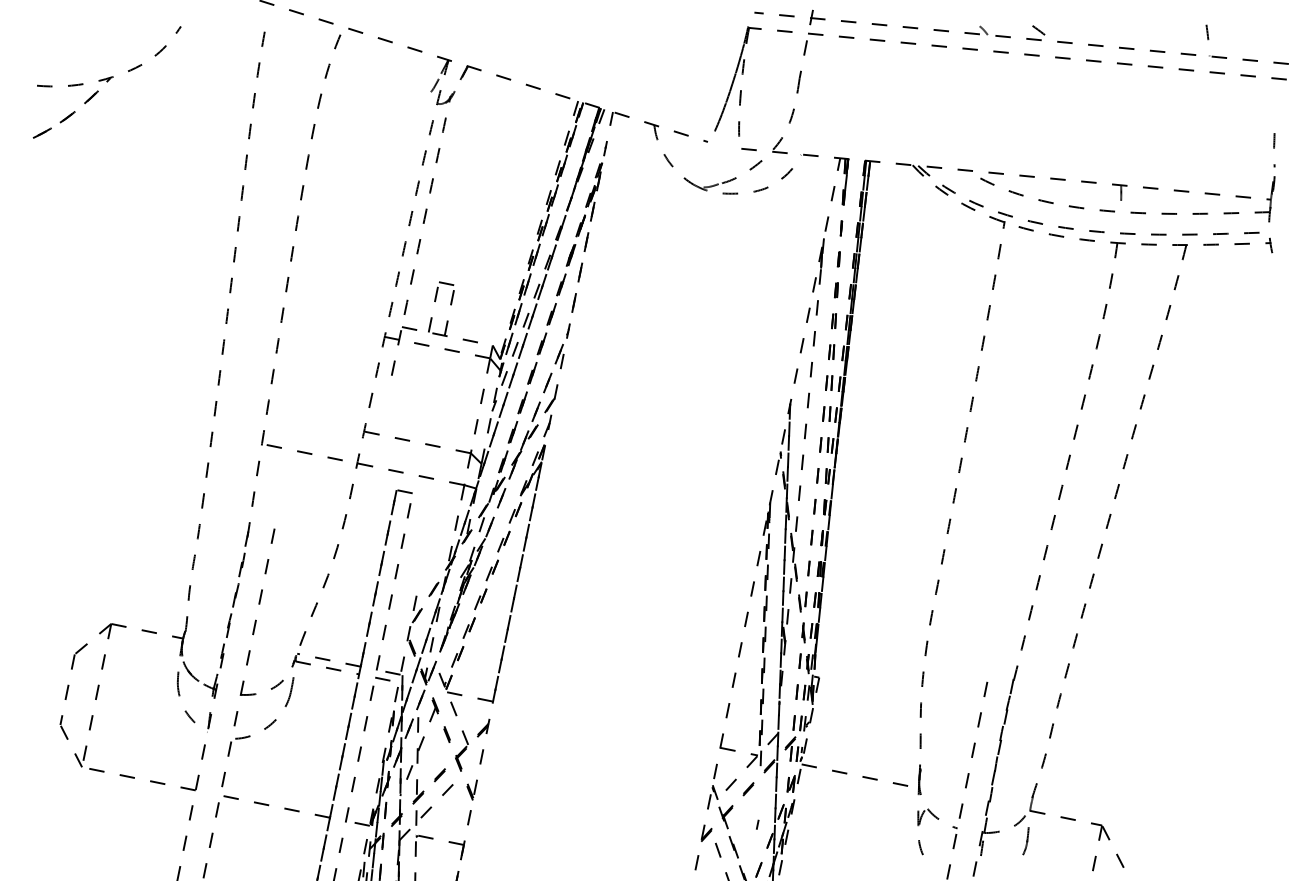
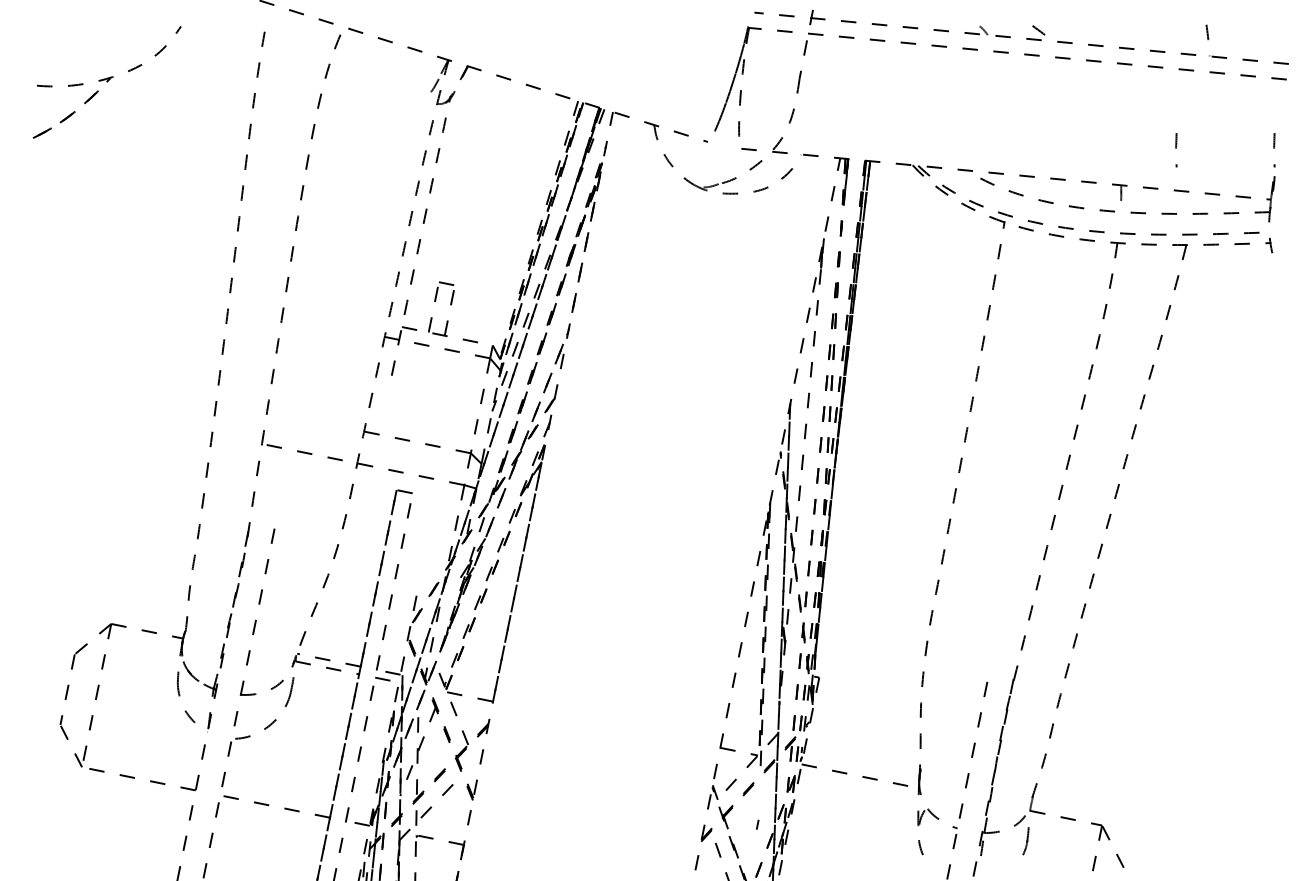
curve at (1176, 148): none -> present
